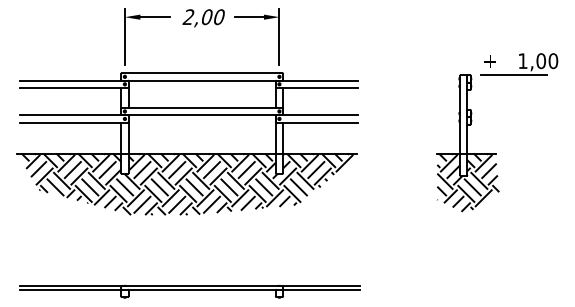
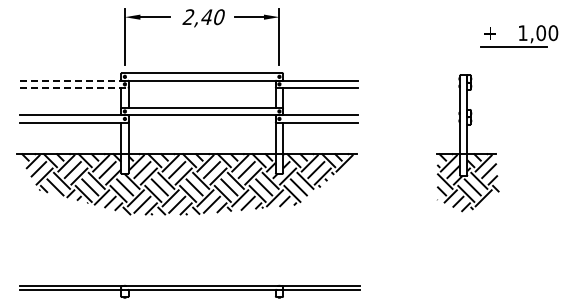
text at (206, 17): 2,00 -> 2,40
part at (519, 64) position: (519, 64) -> (519, 36)
line at (74, 80): solid -> dashed
line at (74, 88): solid -> dashed
